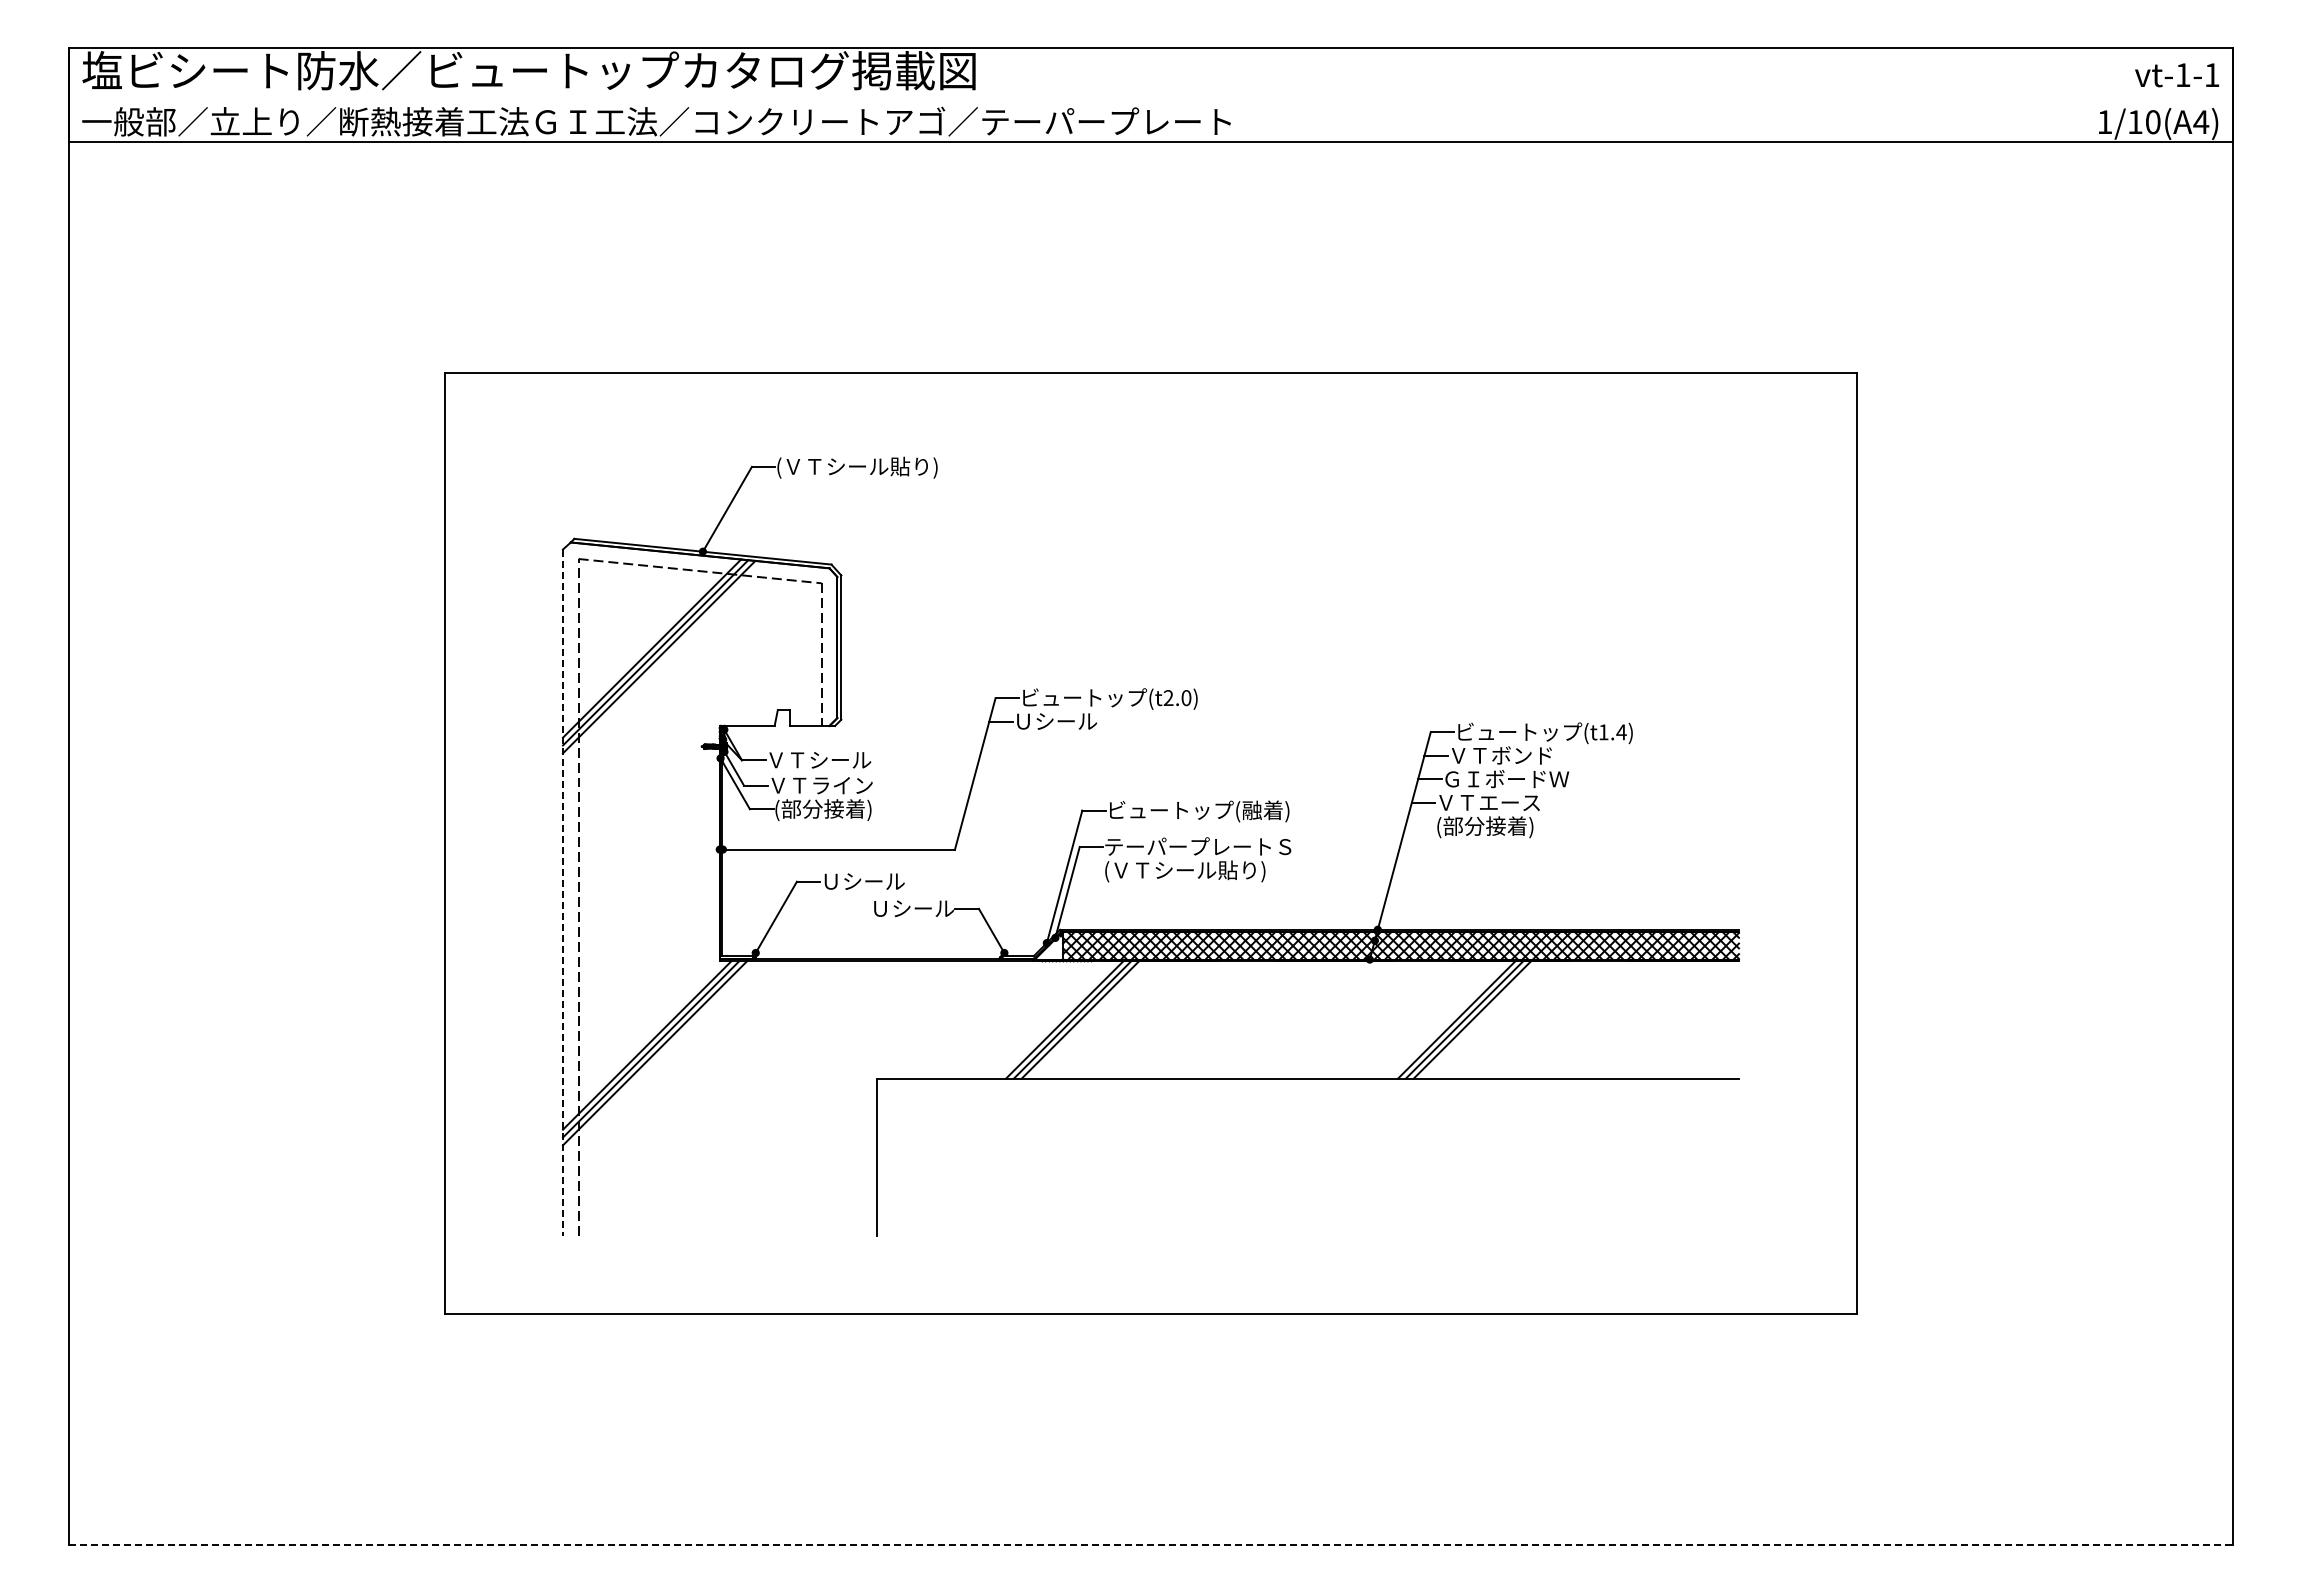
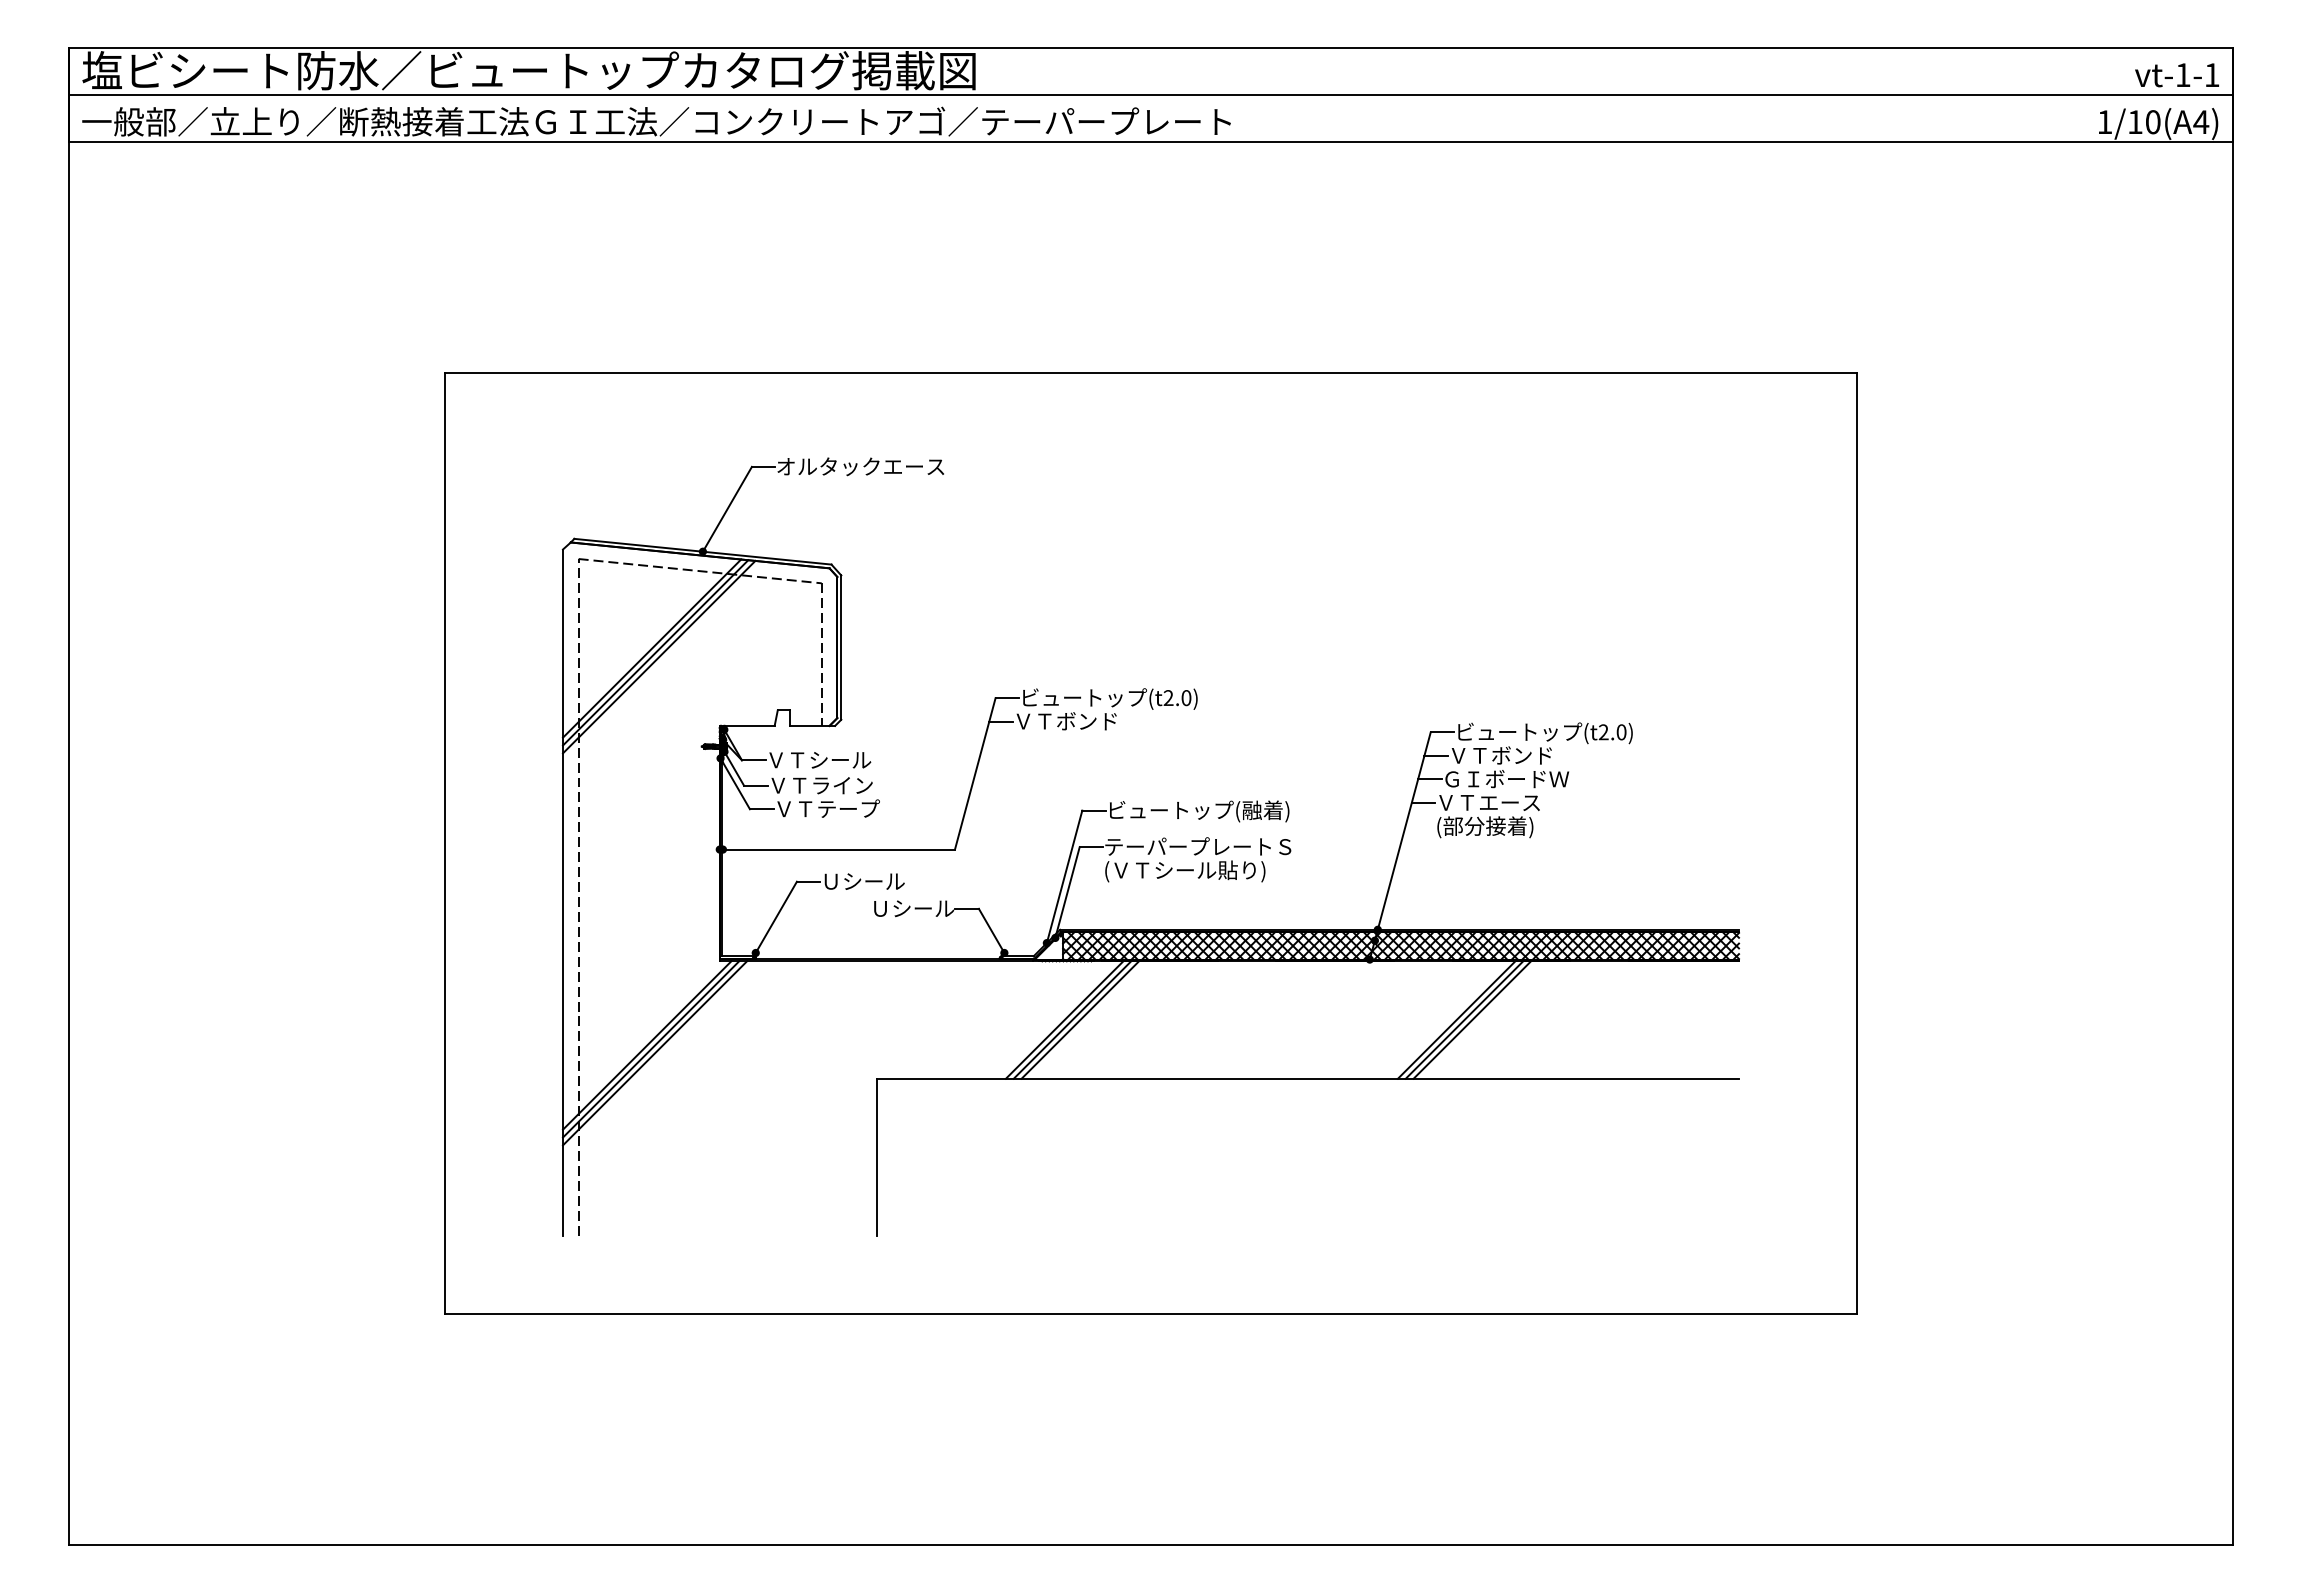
line at (1150, 94): none -> present
text at (860, 467): (ＶＴシール貼り) -> オルタックエース
text at (1066, 721): Ｕシール -> ＶＴボンド
text at (1612, 732): (t1.4) -> (t2.0)
text at (827, 810): (部分接着) -> ＶＴテープ
line at (562, 893): dashed -> solid
line at (1151, 1545): dashed -> solid
